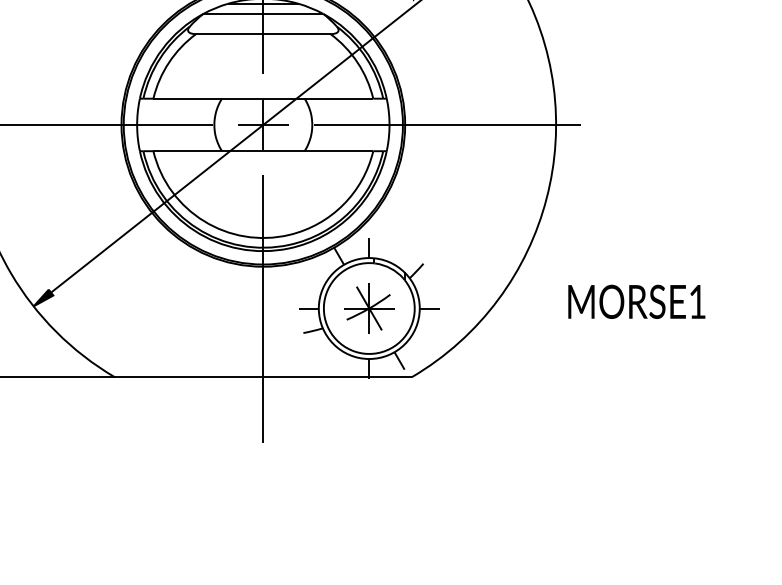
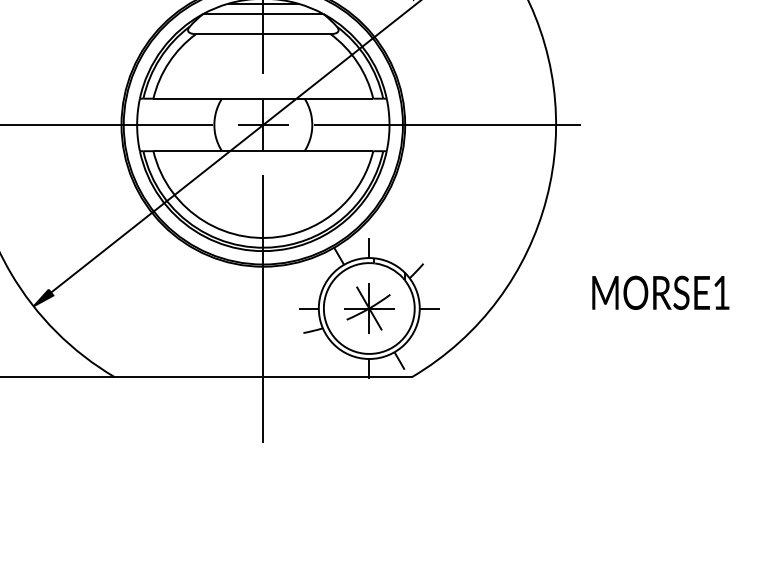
text at (636, 301) position: (636, 301) -> (660, 292)
